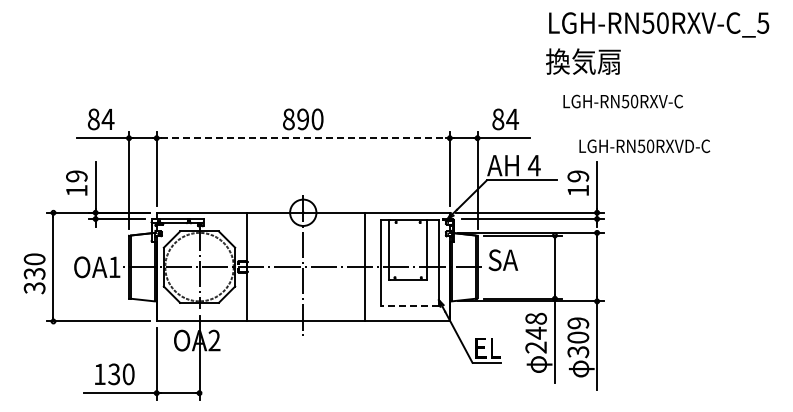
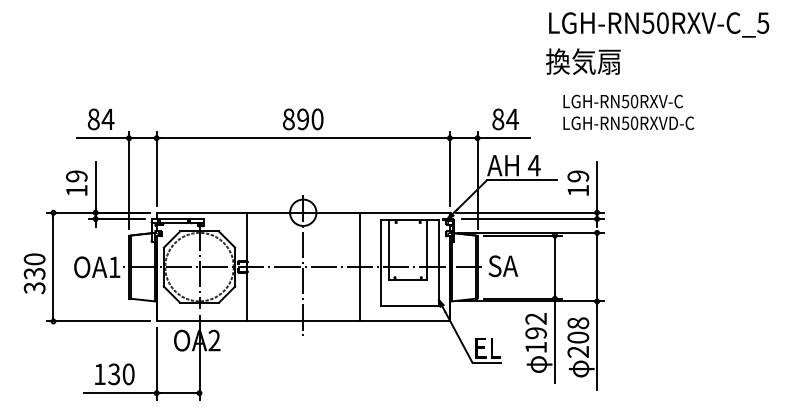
line at (303, 138): dashed -> solid
text at (644, 146) position: (644, 146) -> (628, 123)
text at (503, 260) position: (503, 260) -> (503, 266)
line at (364, 266) position: (364, 266) -> (359, 266)
line at (410, 306): dashed -> solid
text at (535, 332): 248 -> 192
text at (578, 337): 309 -> 208
